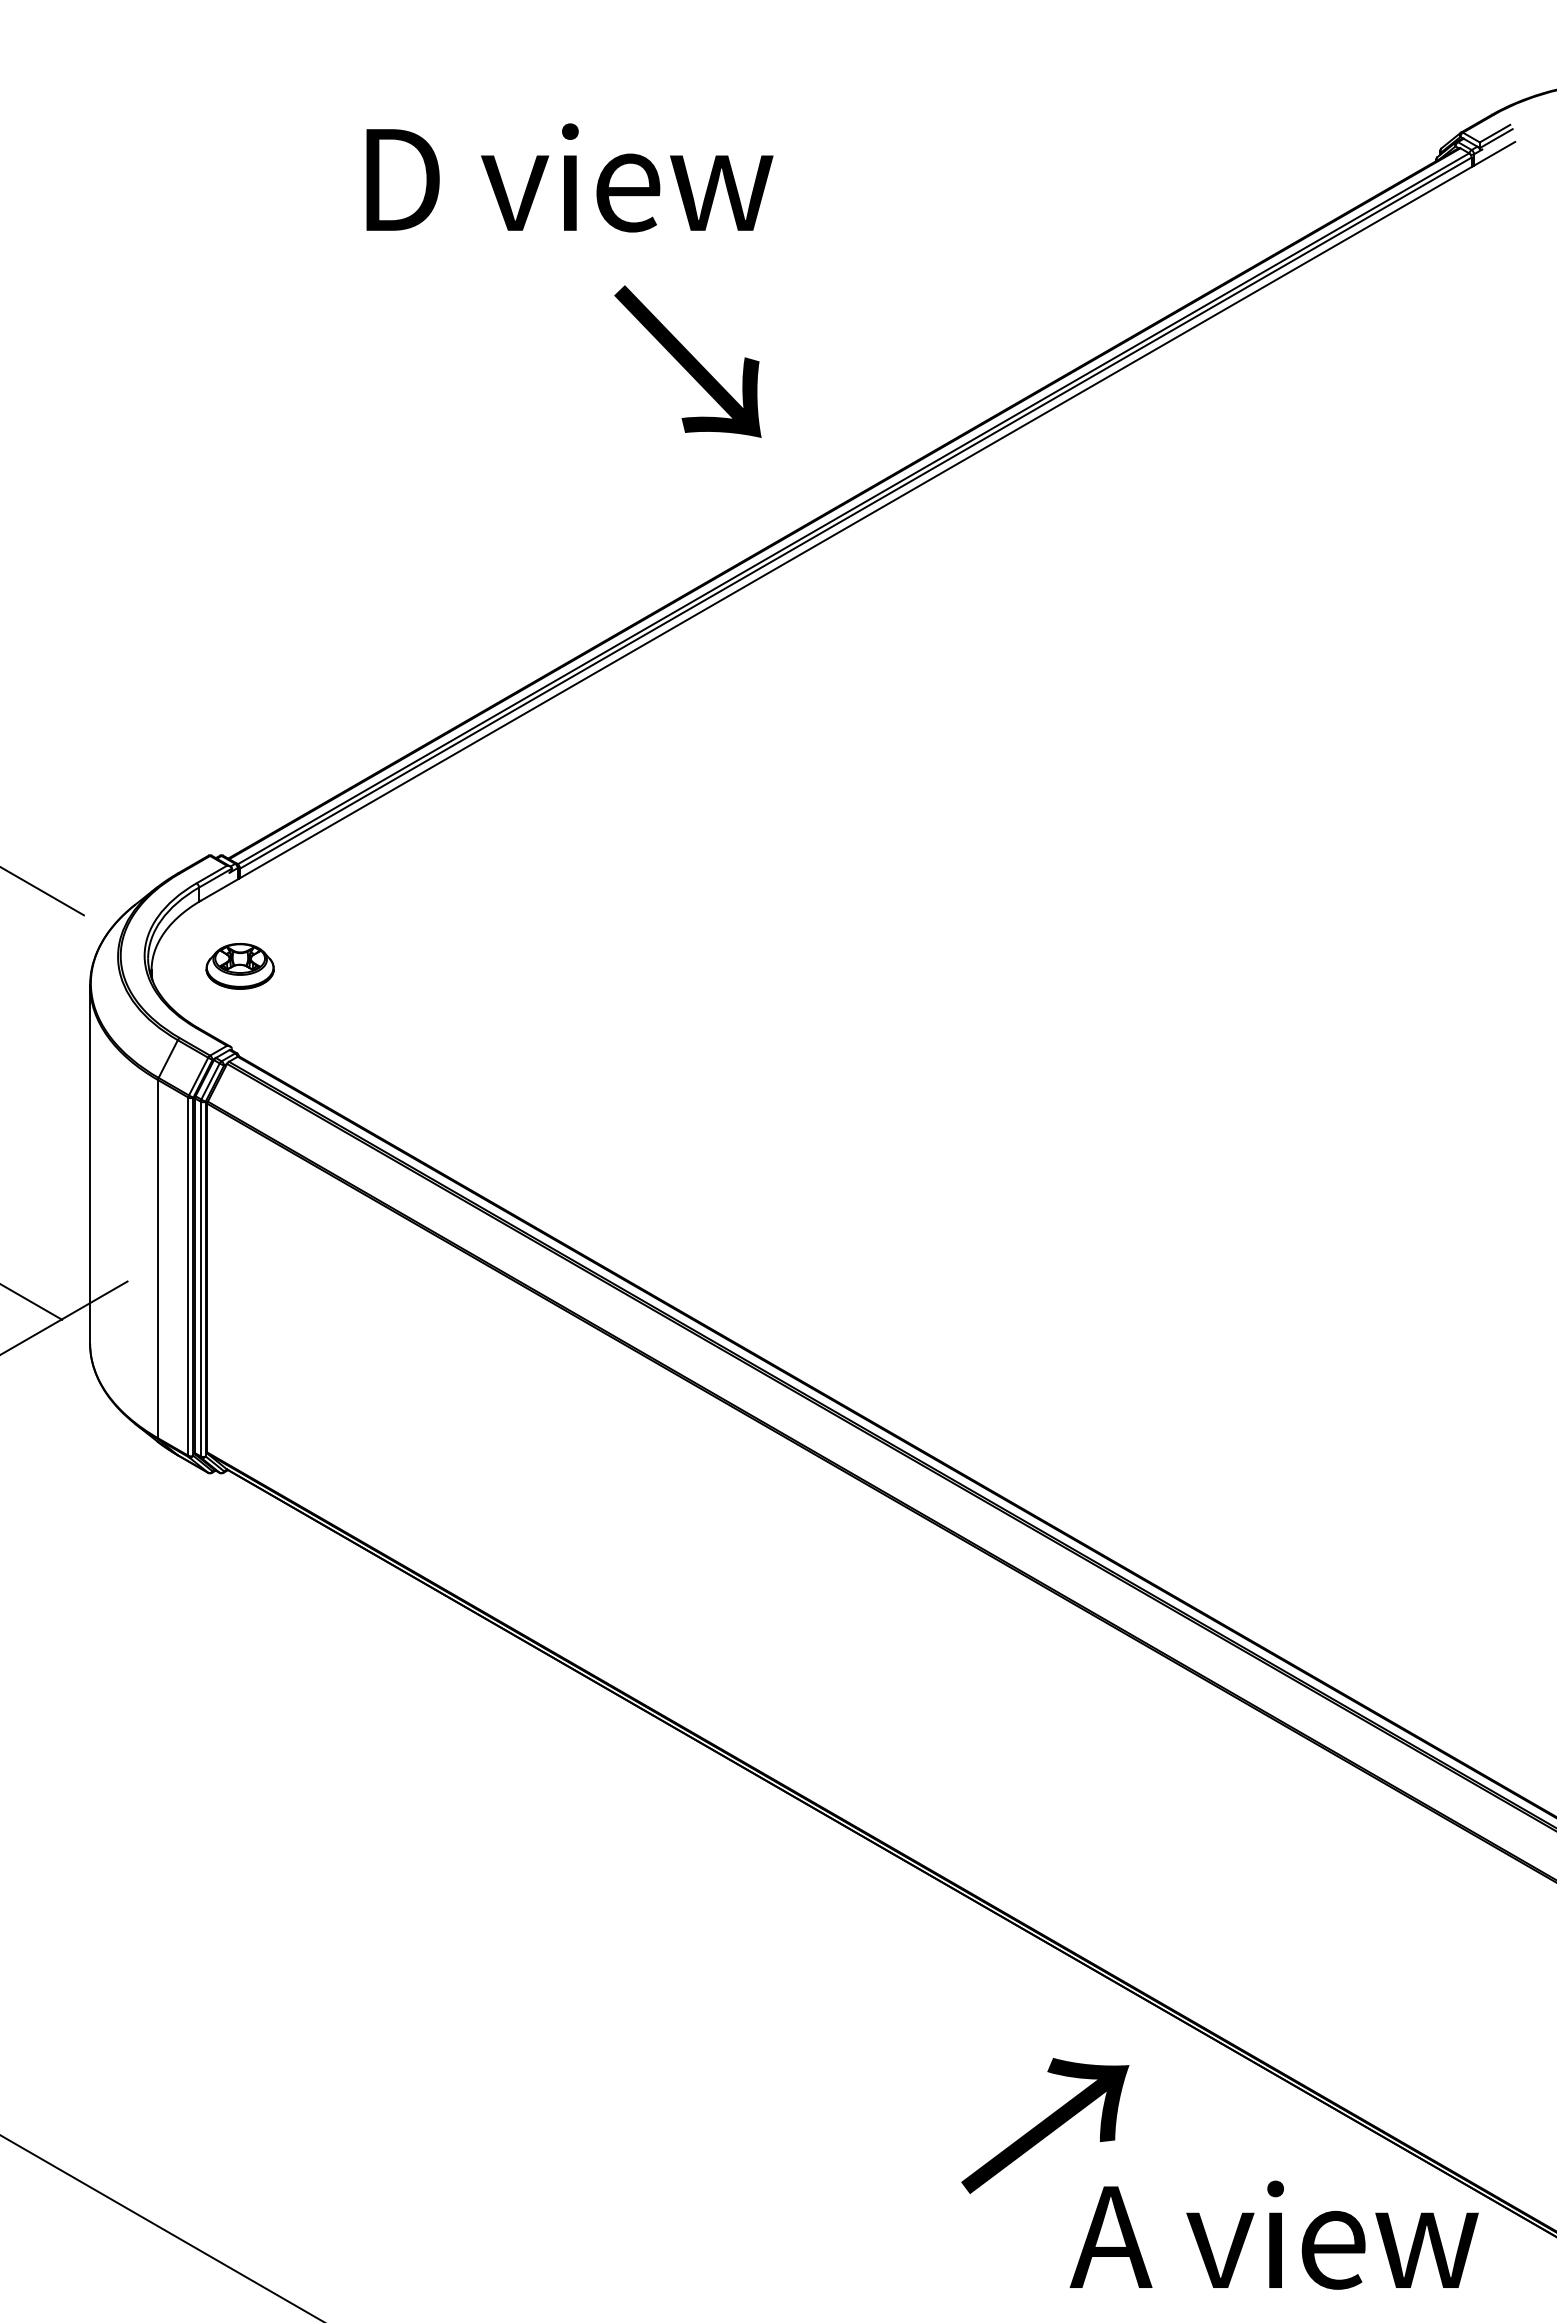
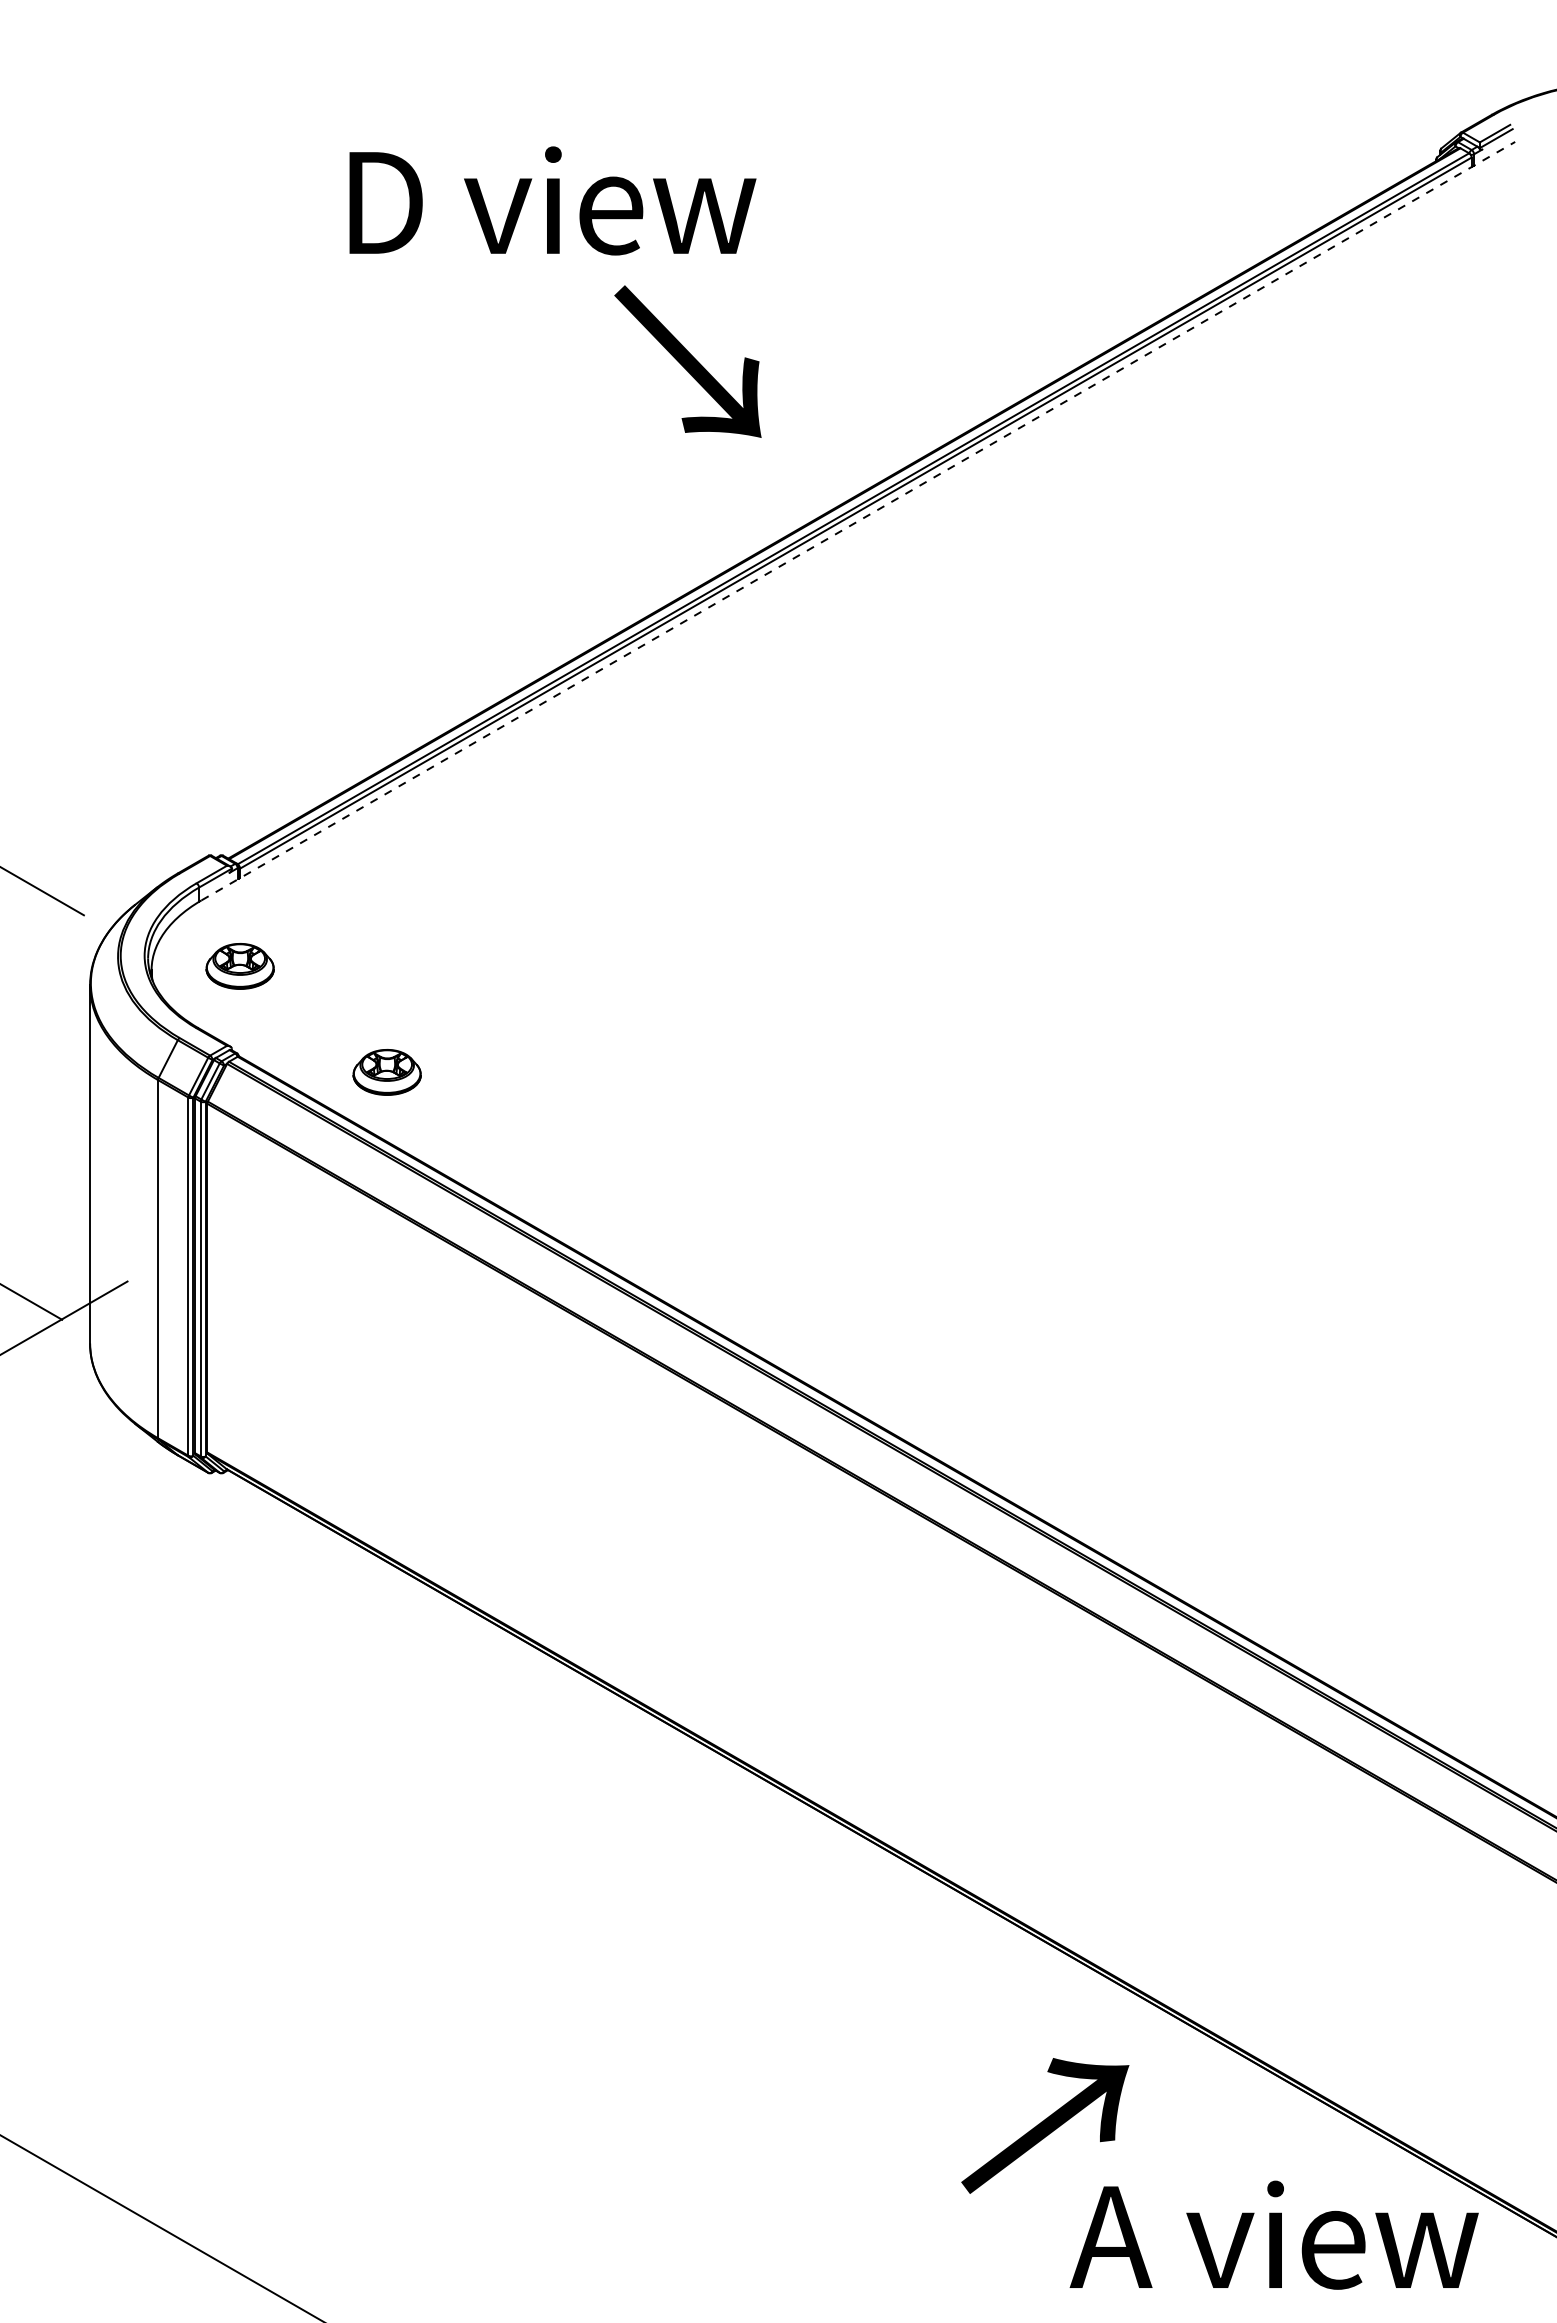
text at (569, 177) position: (569, 177) -> (552, 200)
line at (858, 520): solid -> dashed
part at (386, 1072): none -> present
